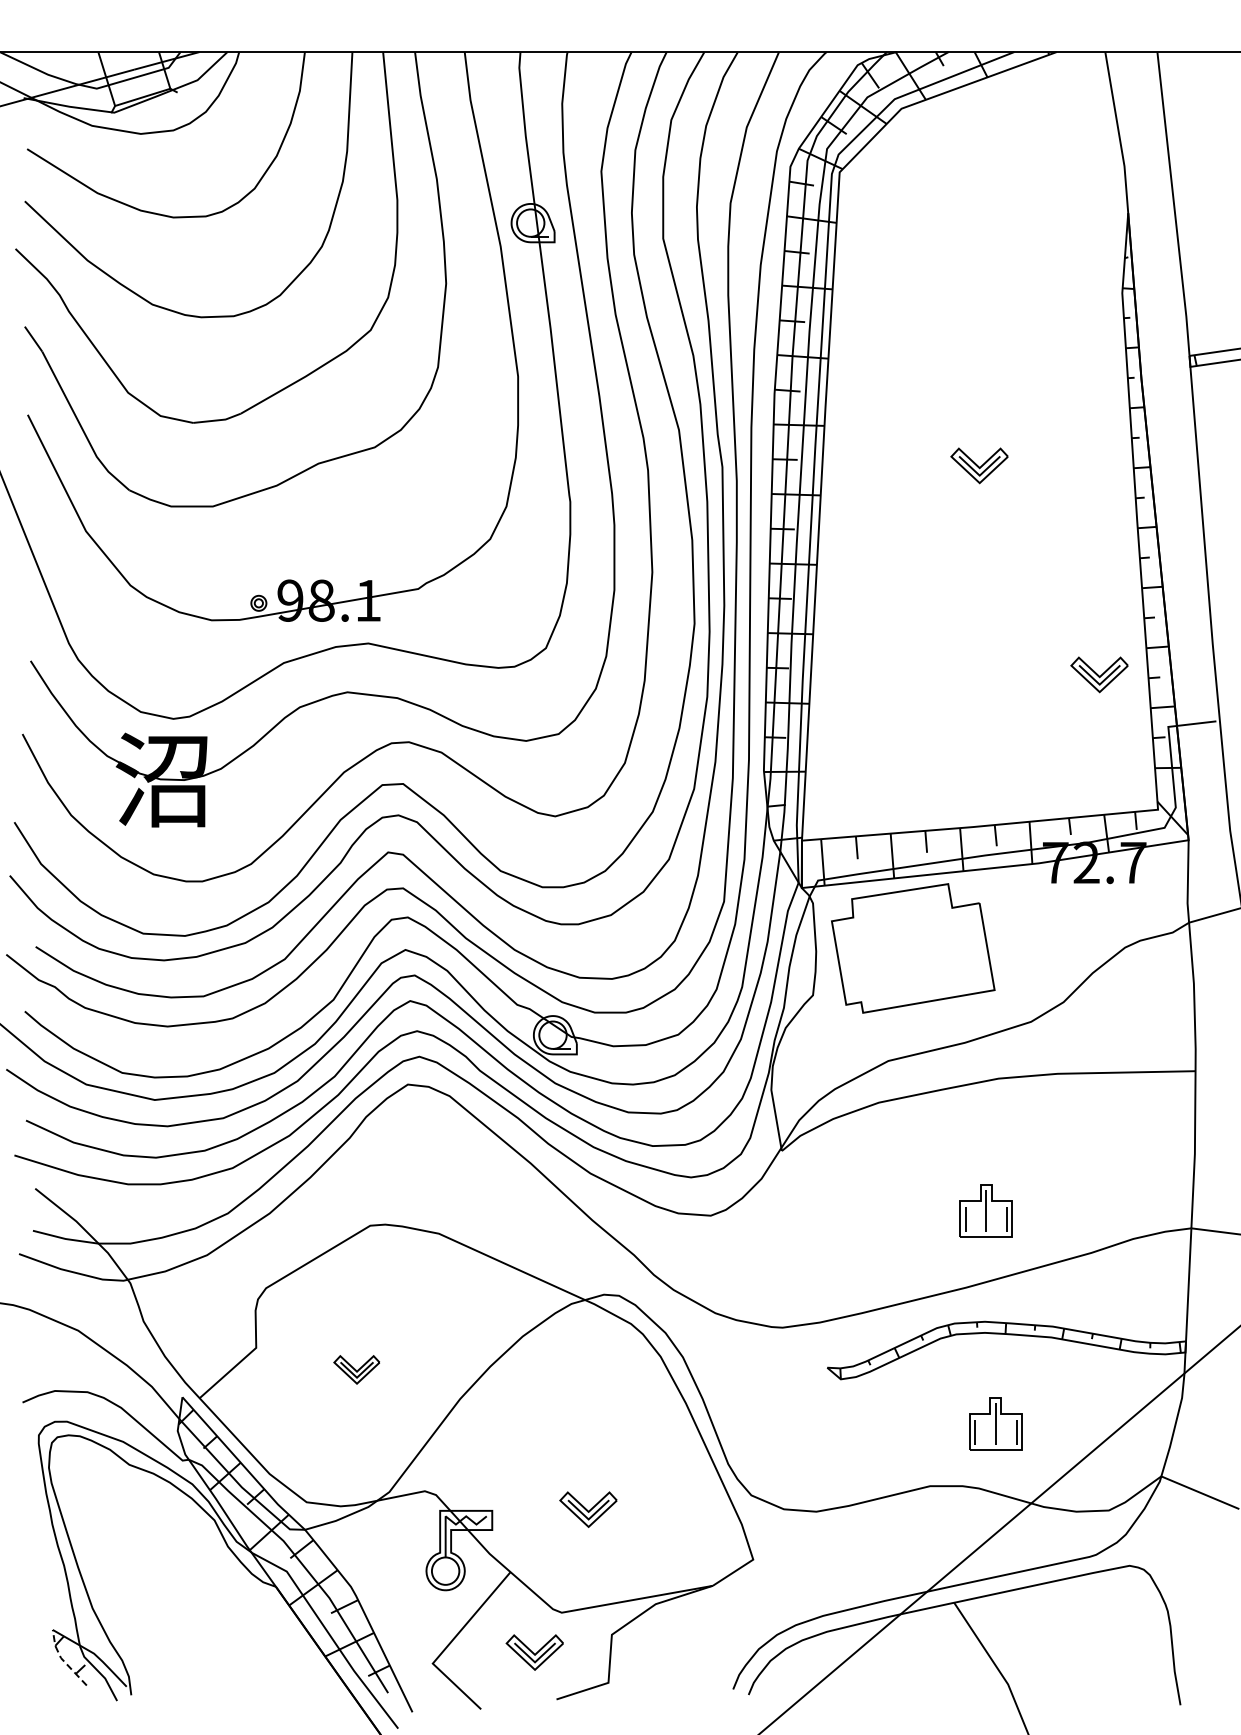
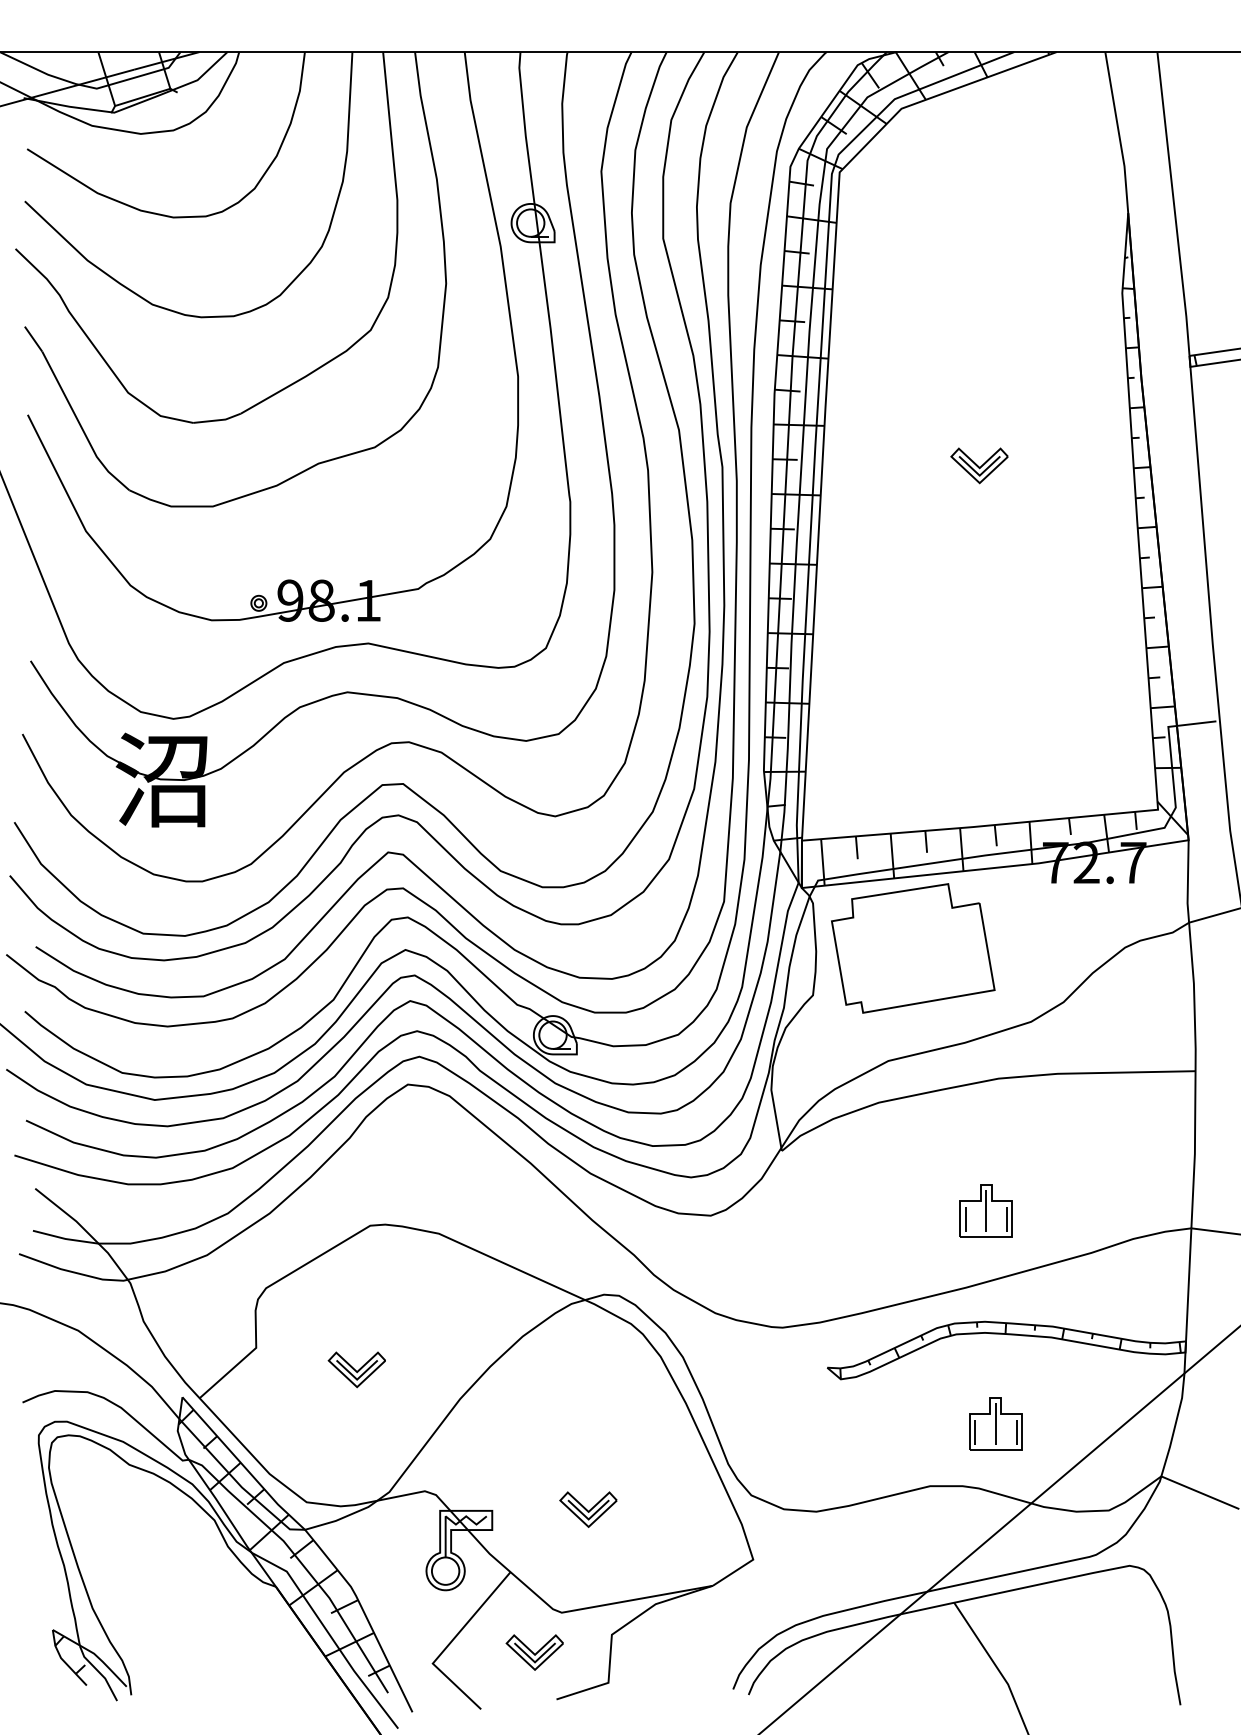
part at (1099, 674): present -> none
part at (356, 1369) size: 47x30 px -> 59x38 px
line at (62, 1659): dashed -> solid
